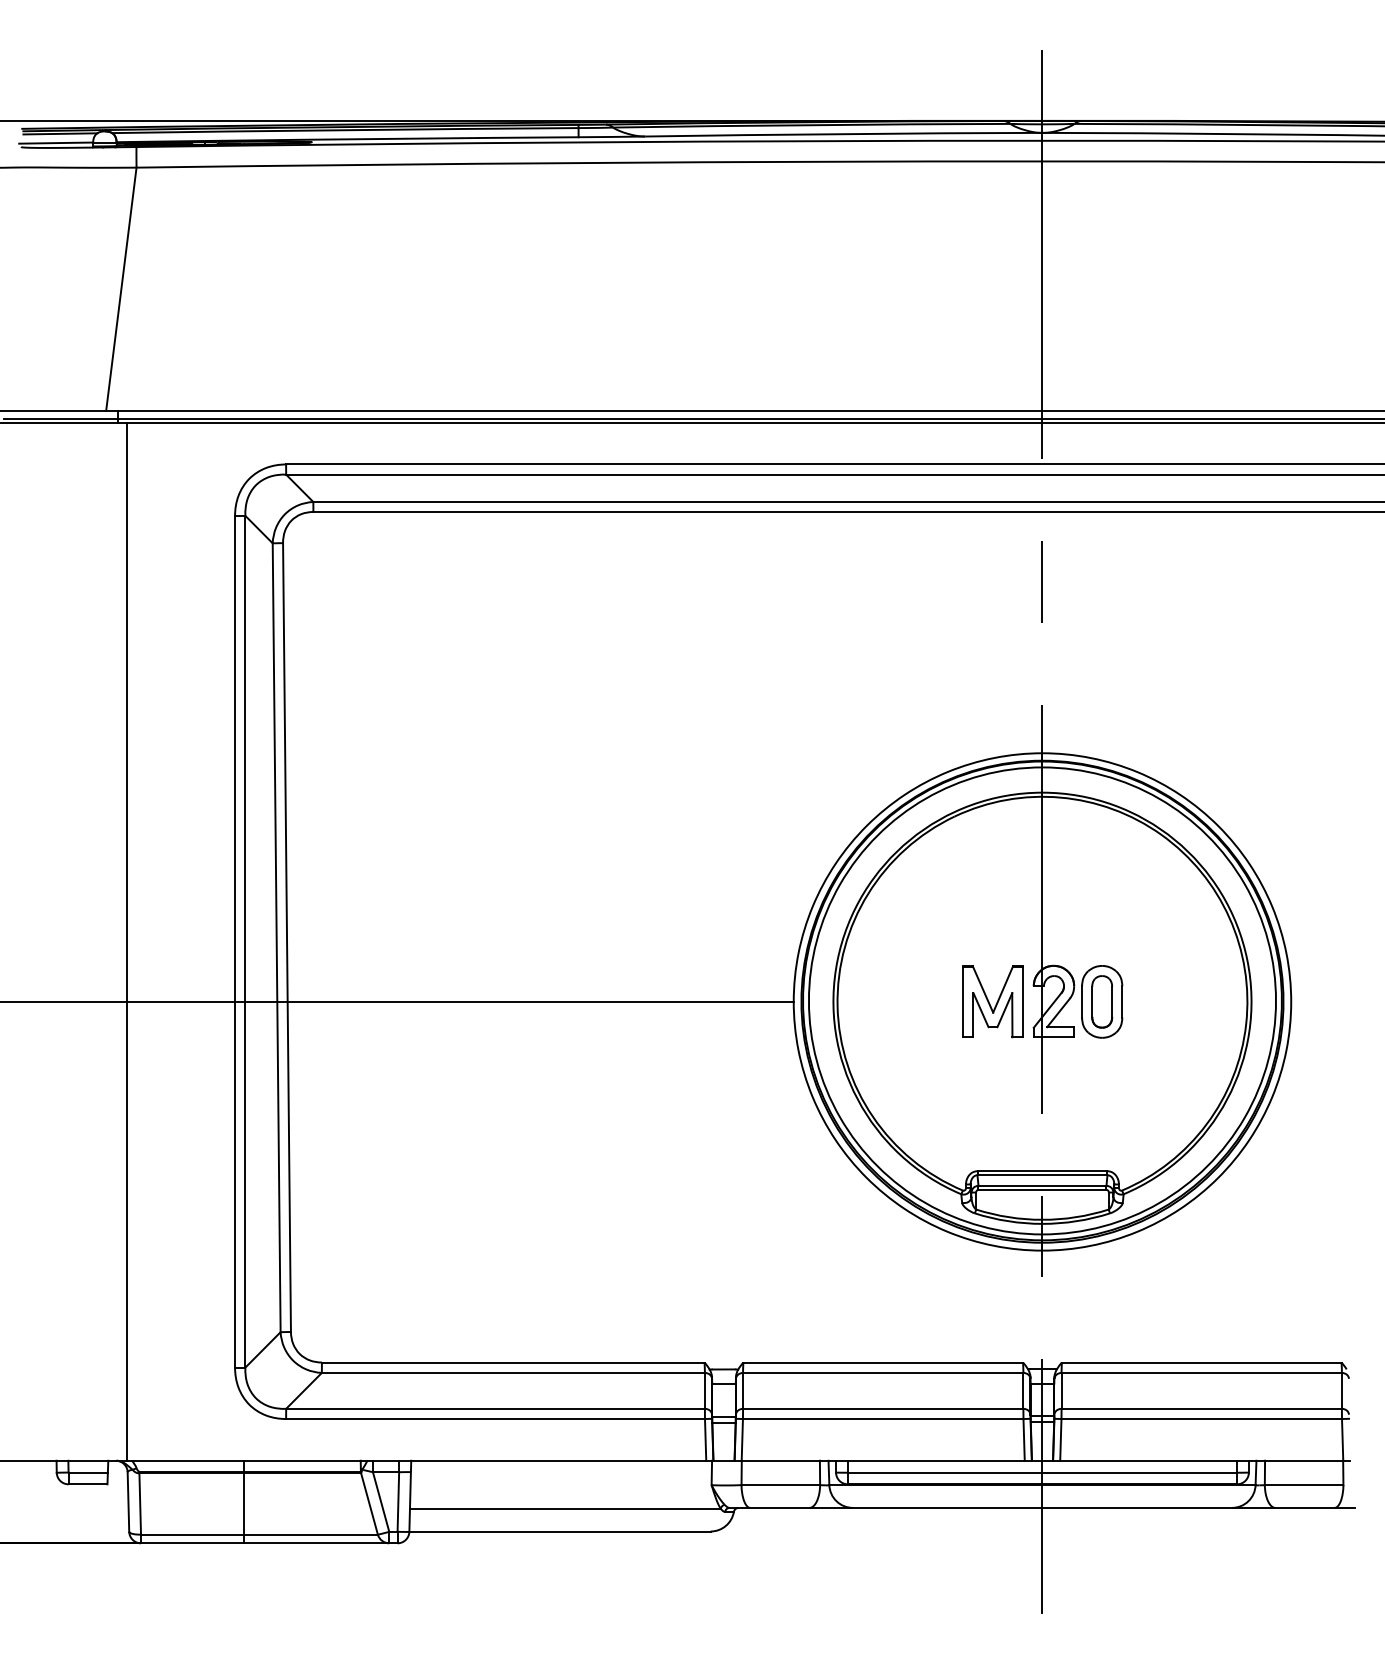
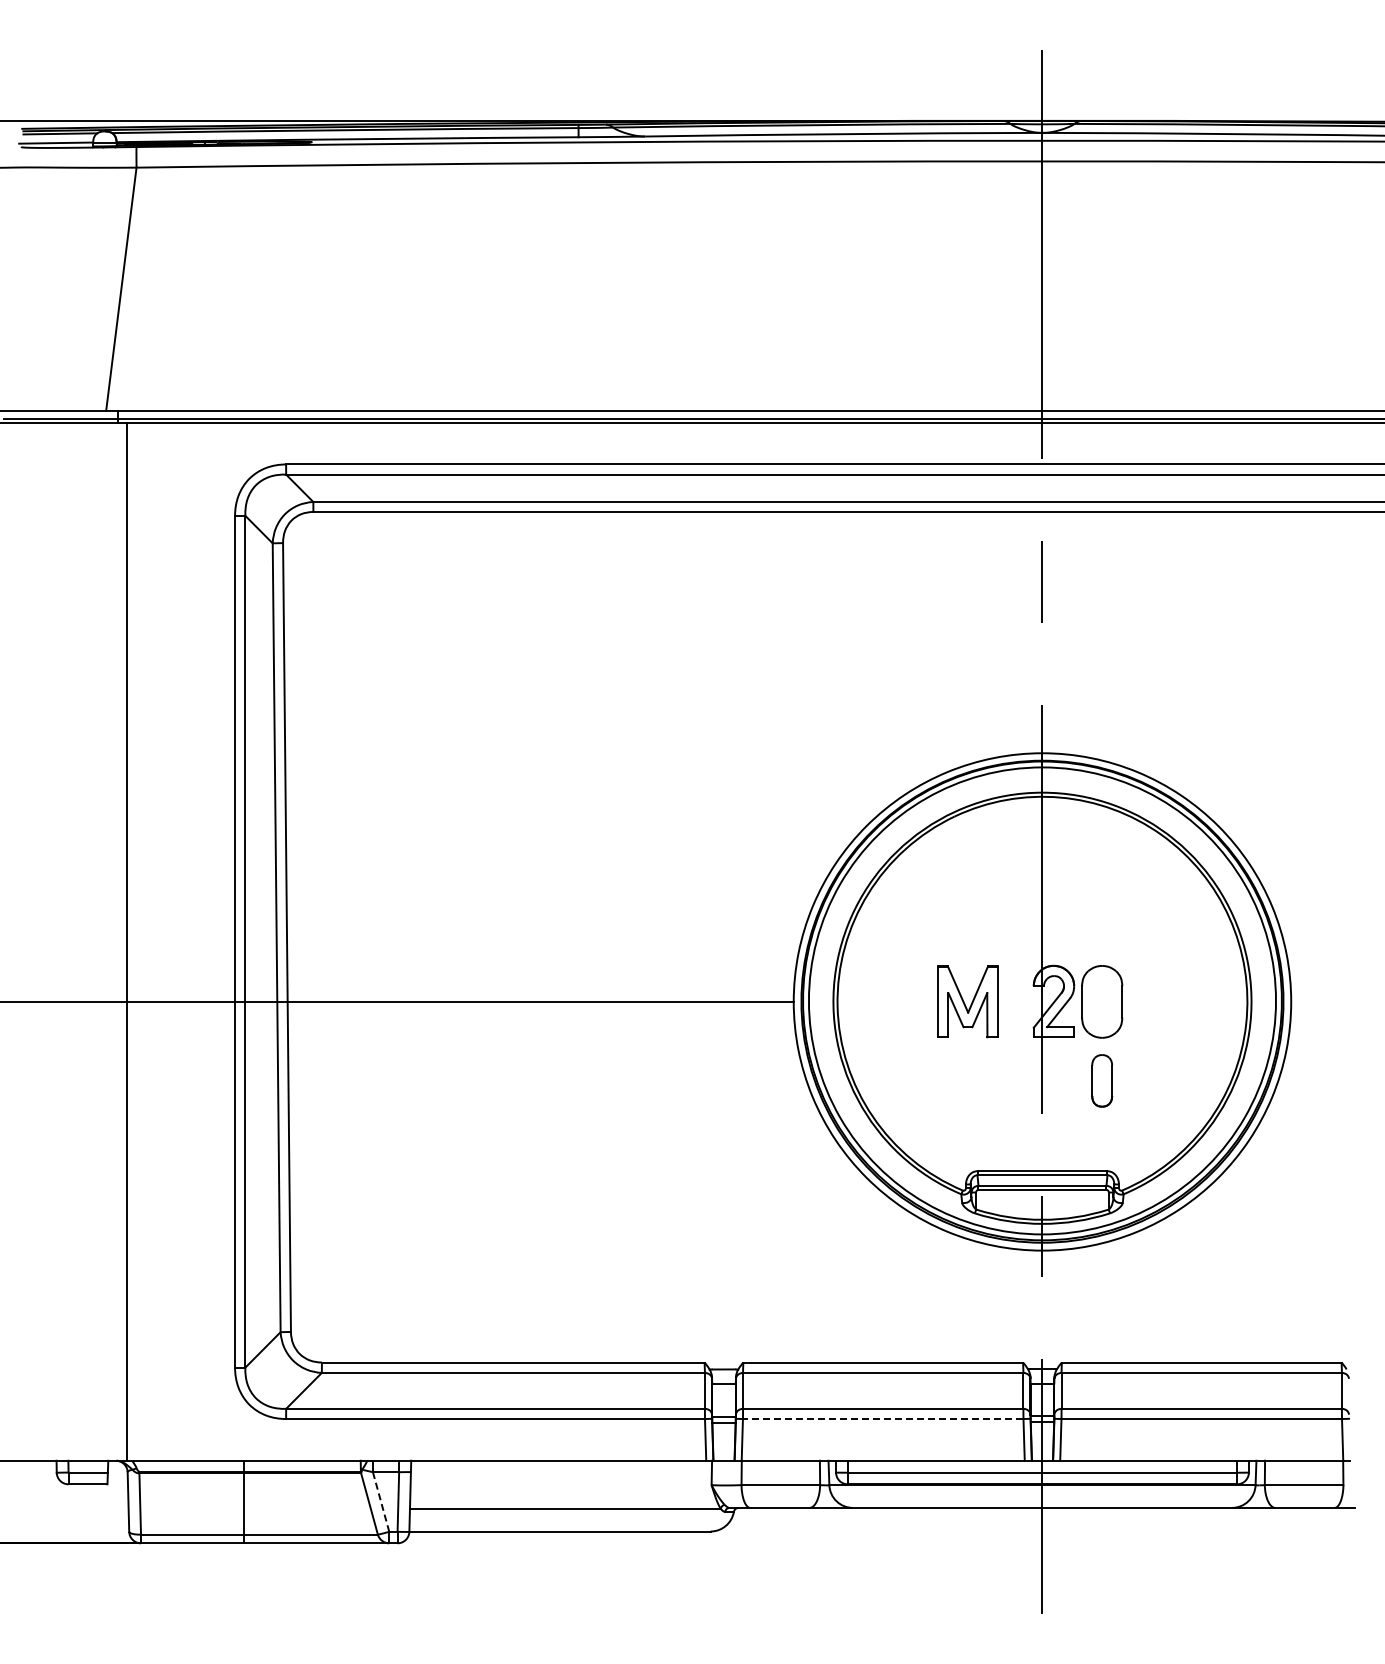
part at (992, 1001) position: (992, 1001) -> (967, 1001)
part at (1102, 1001) position: (1102, 1001) -> (1102, 1080)
line at (882, 1419): solid -> dashed
line at (381, 1502): solid -> dashed
